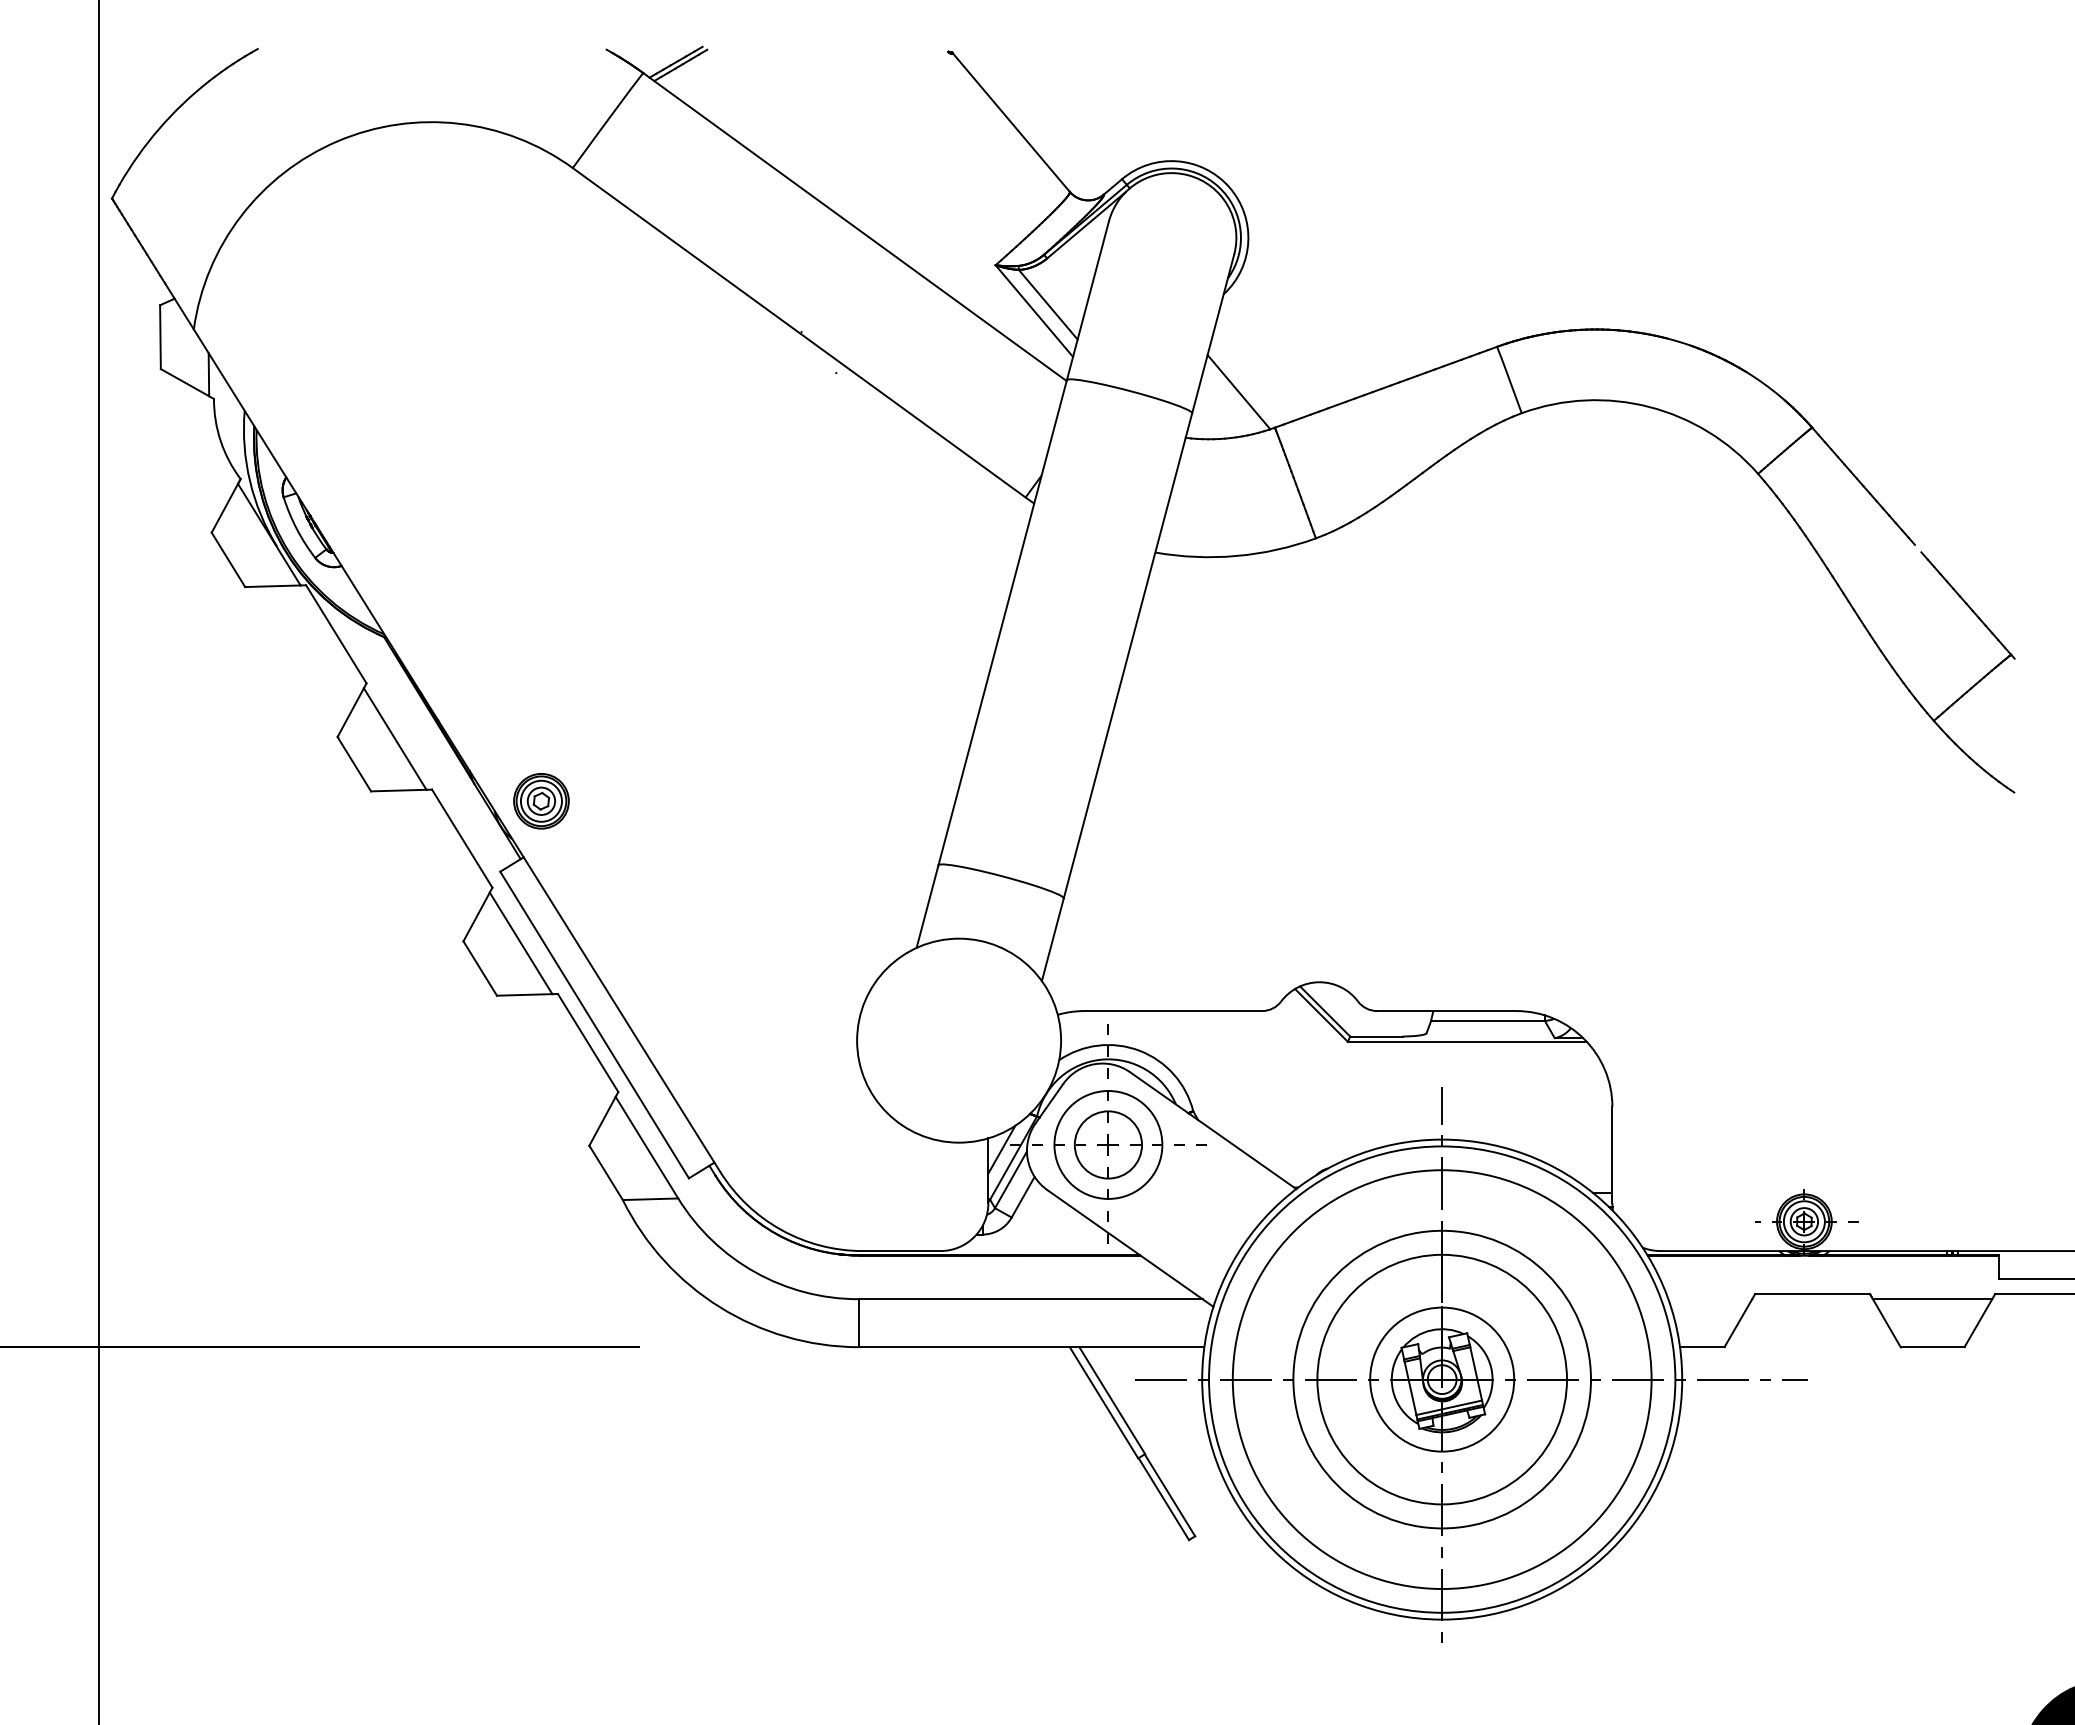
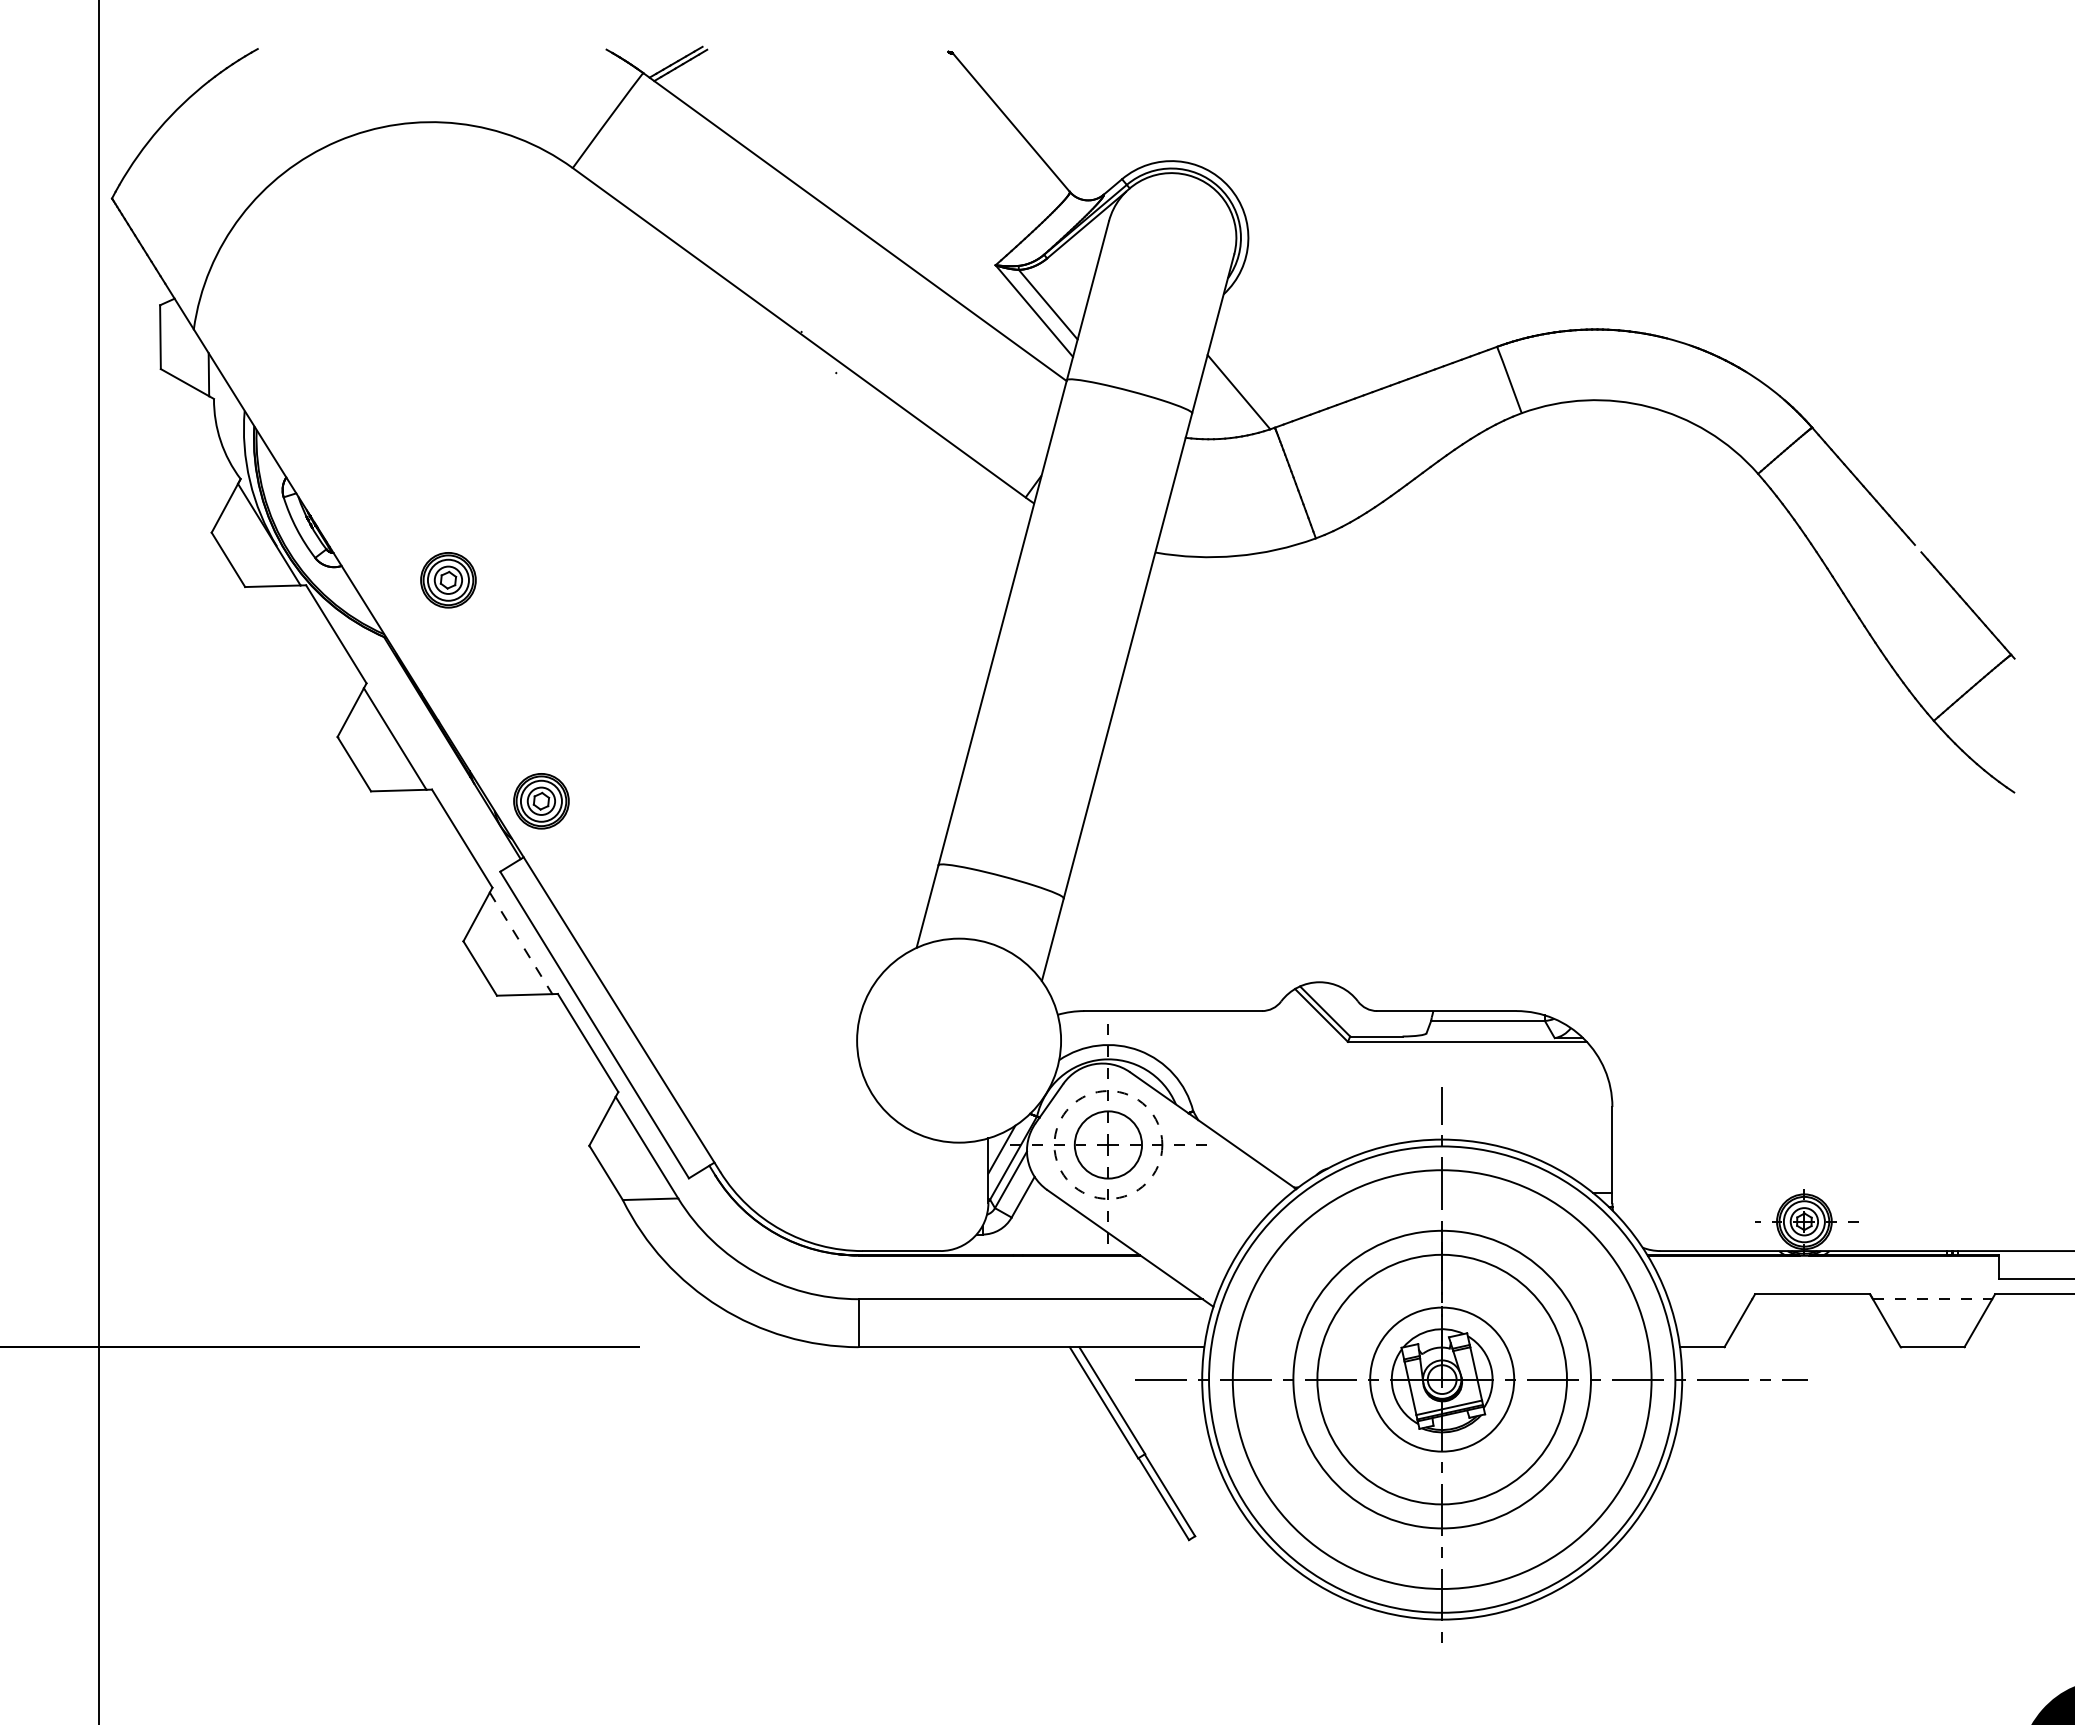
part at (448, 580): none -> present
line at (521, 943): solid -> dashed
circle at (1108, 1144): solid -> dashed
line at (1932, 1299): solid -> dashed
